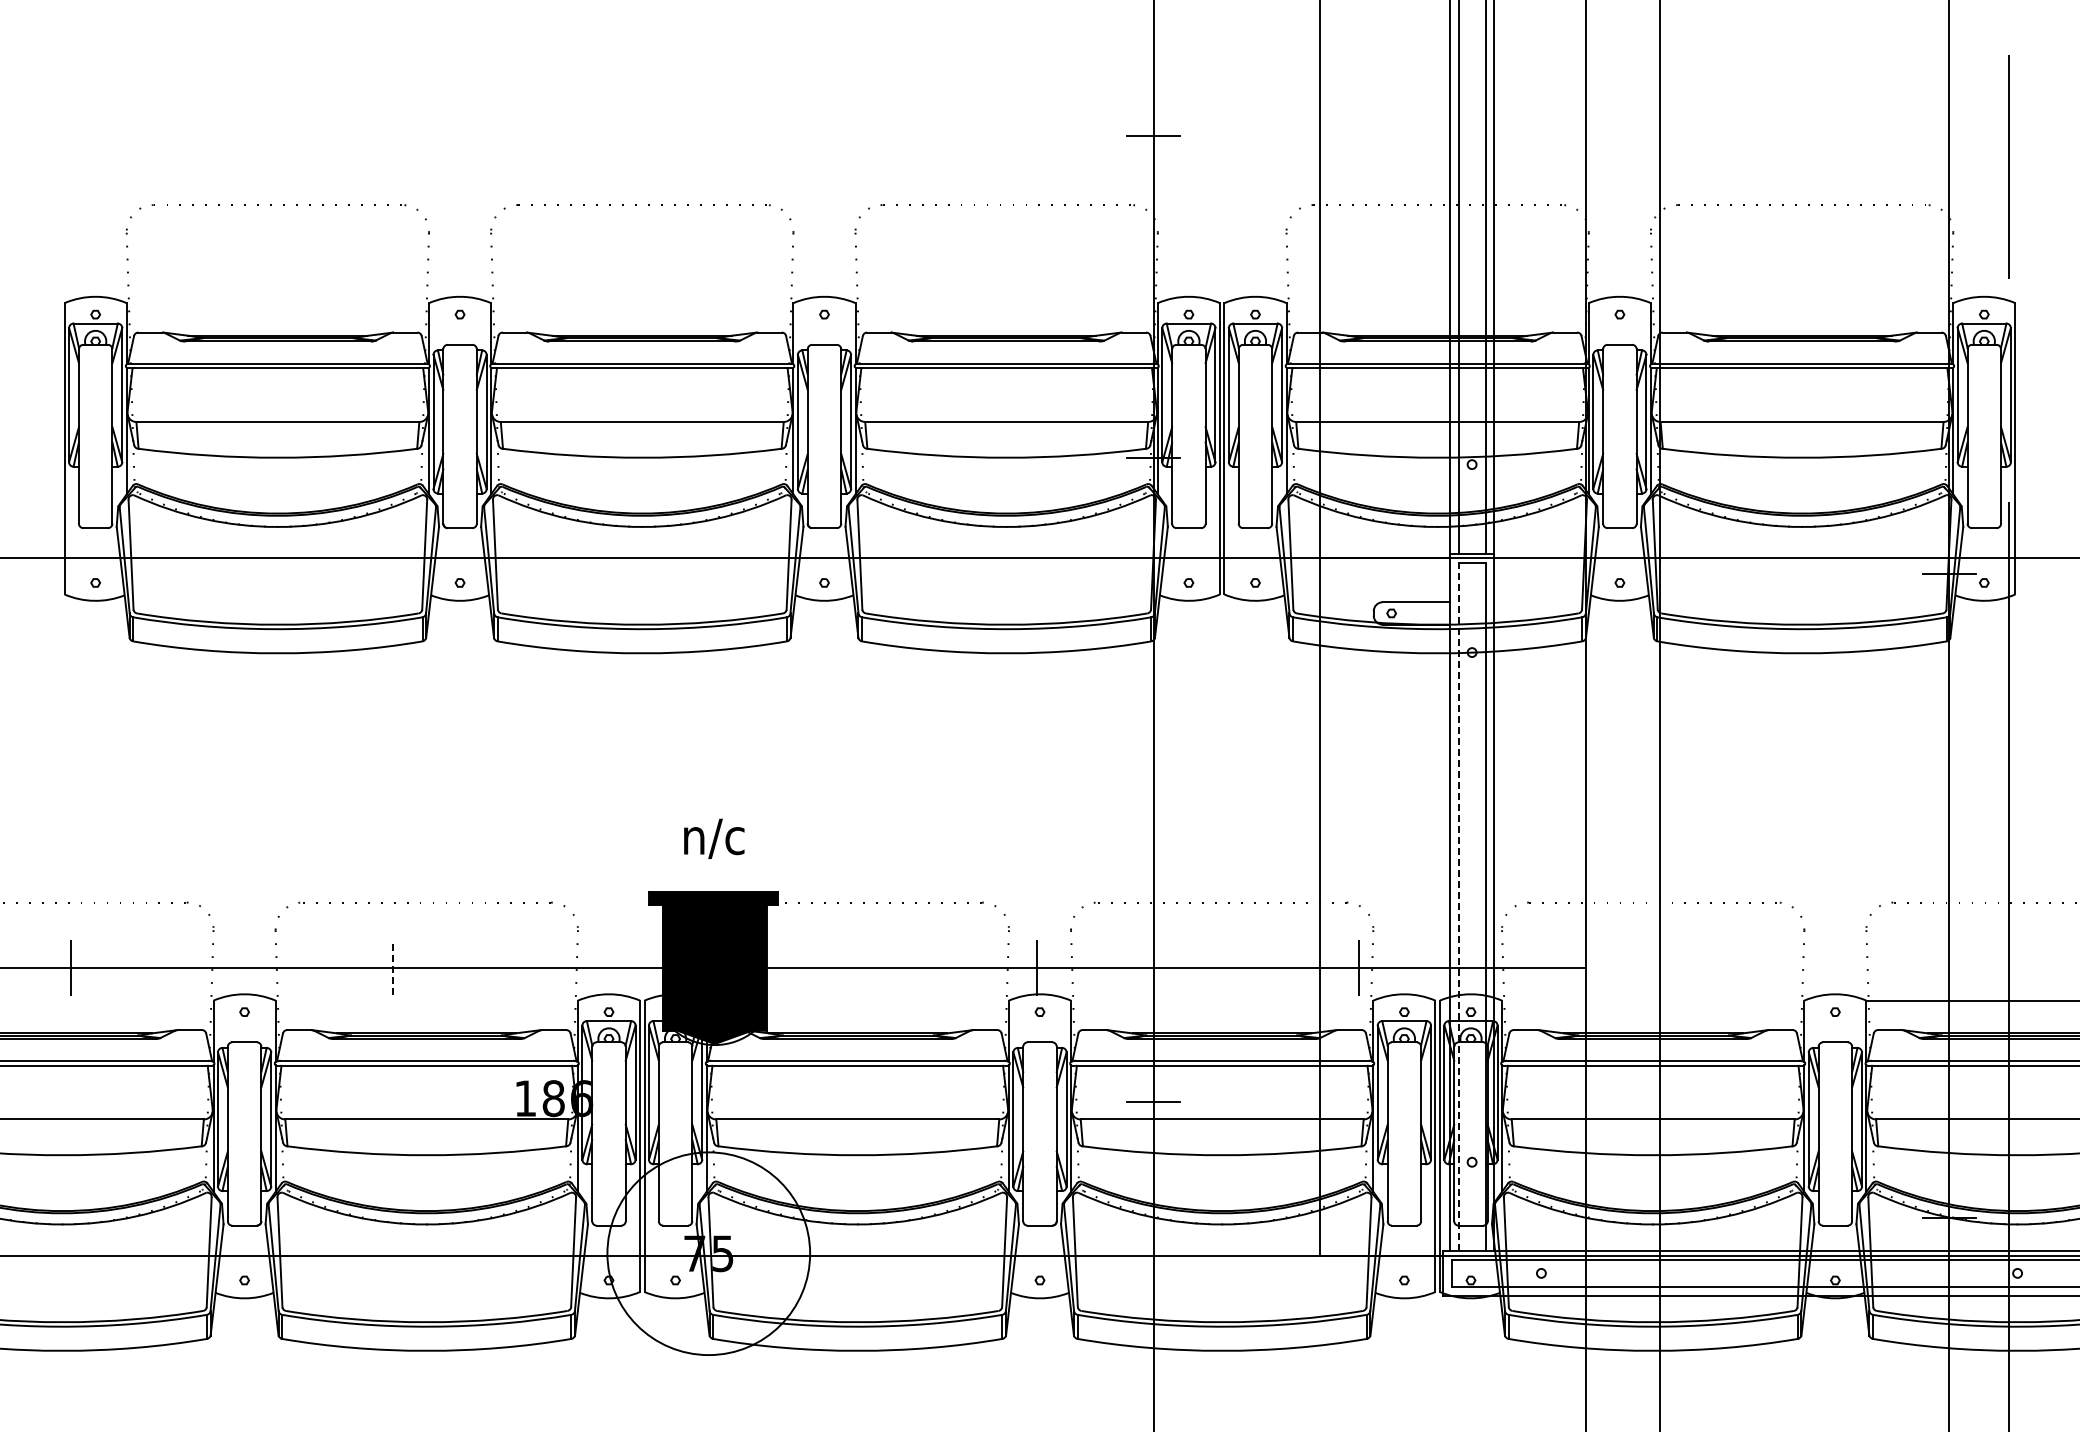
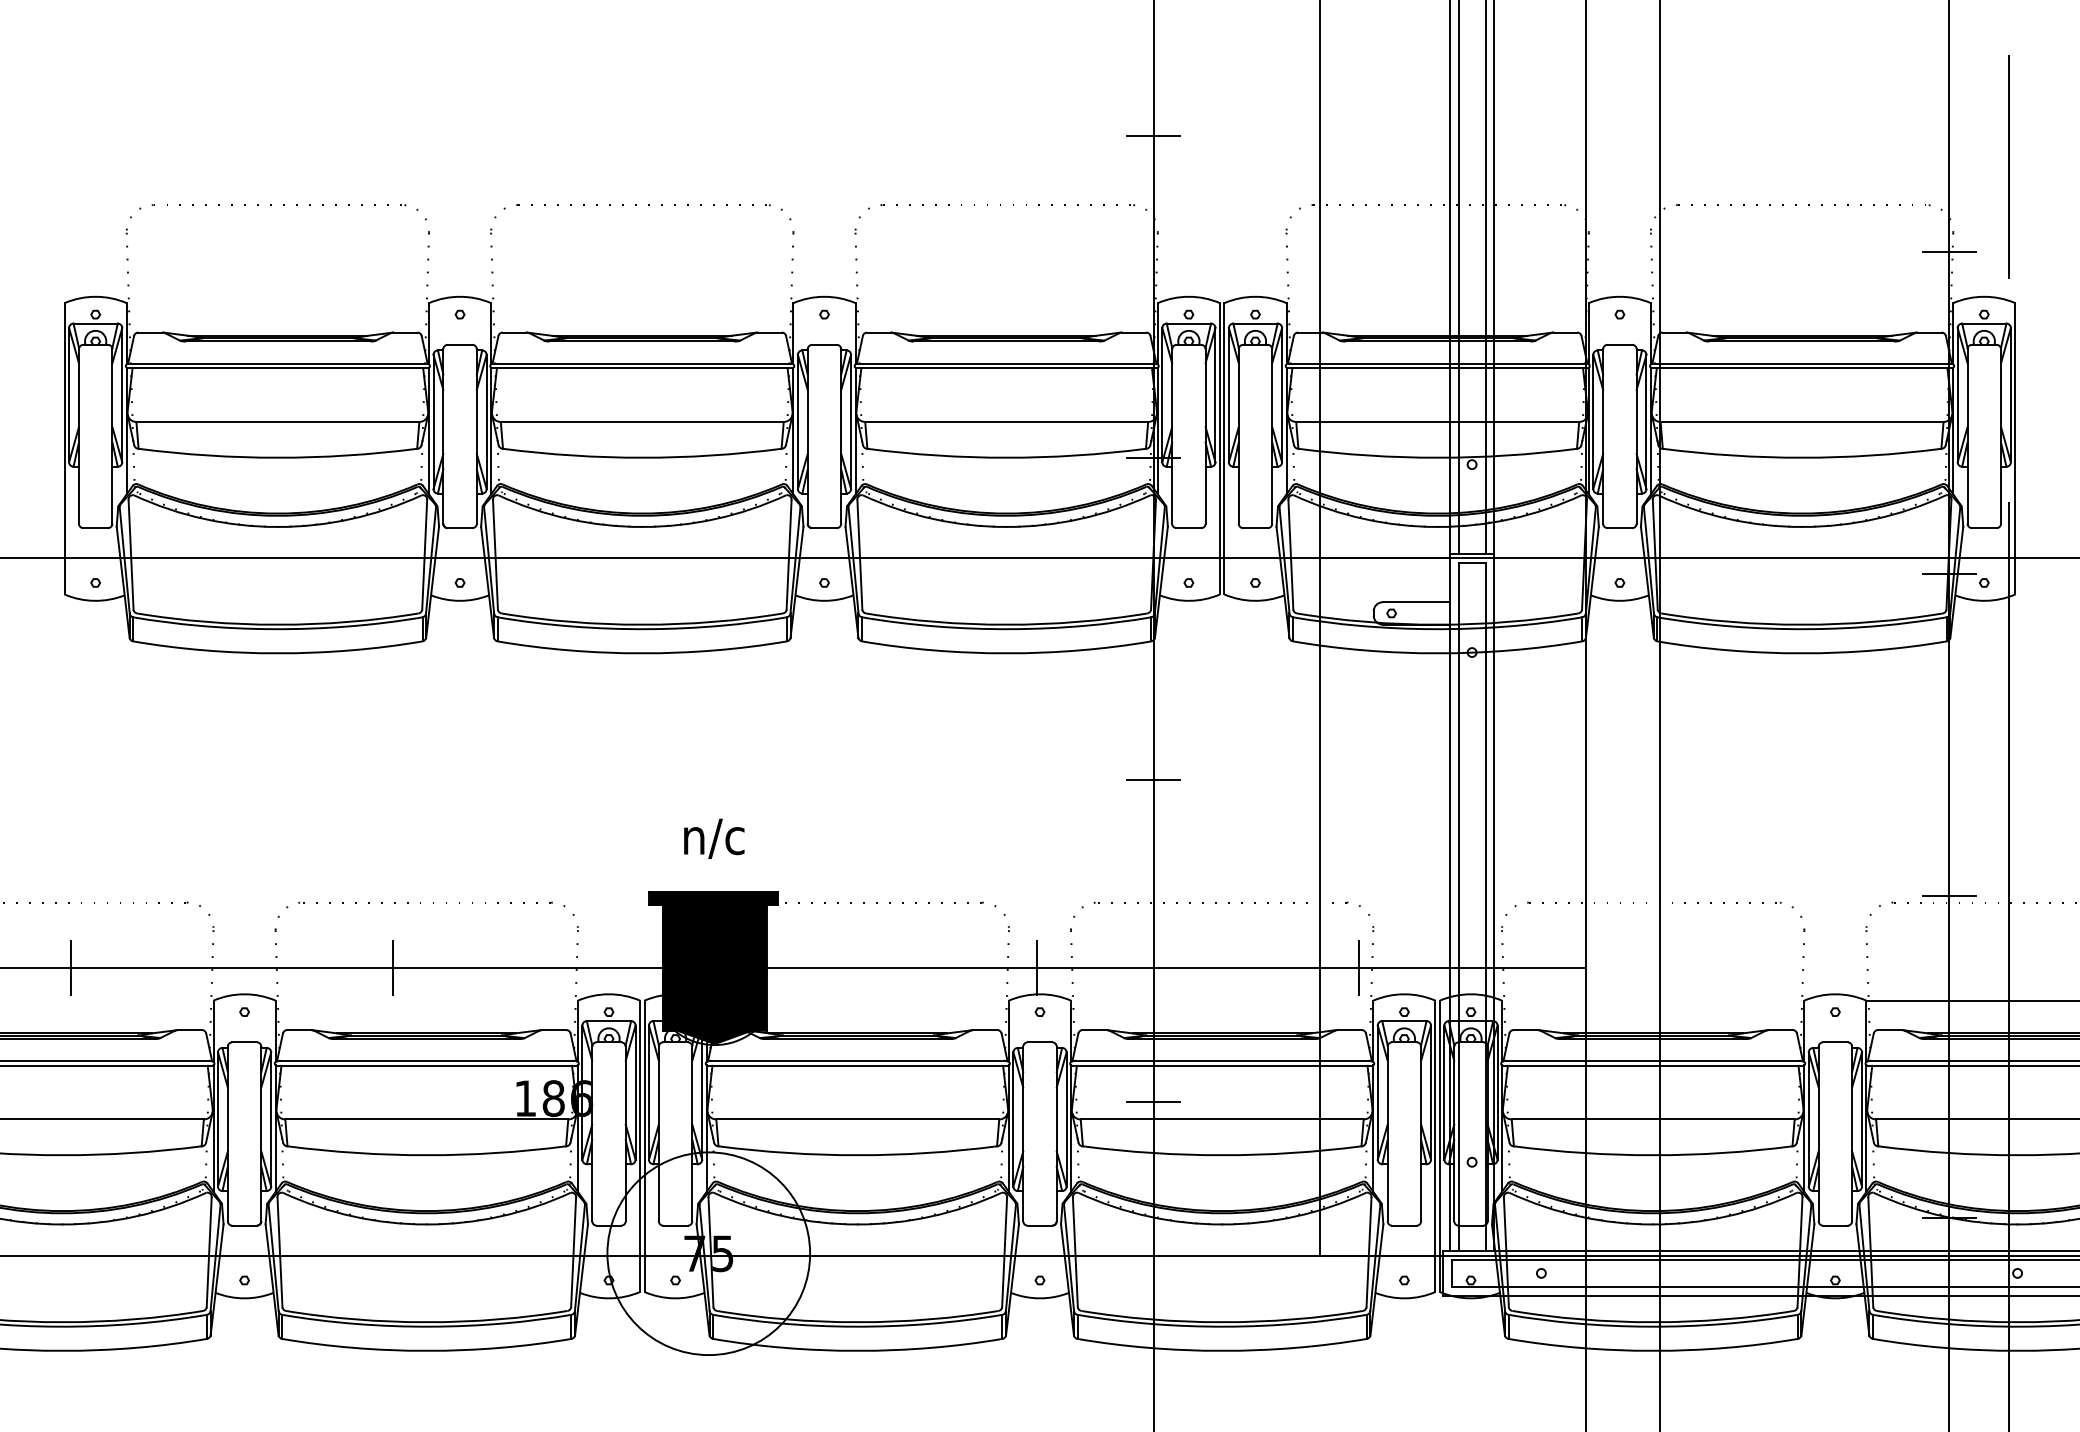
line at (1949, 252): none -> present
line at (1153, 779): none -> present
line at (1949, 895): none -> present
line at (1458, 907): dashed -> solid
line at (392, 967): dashed -> solid
